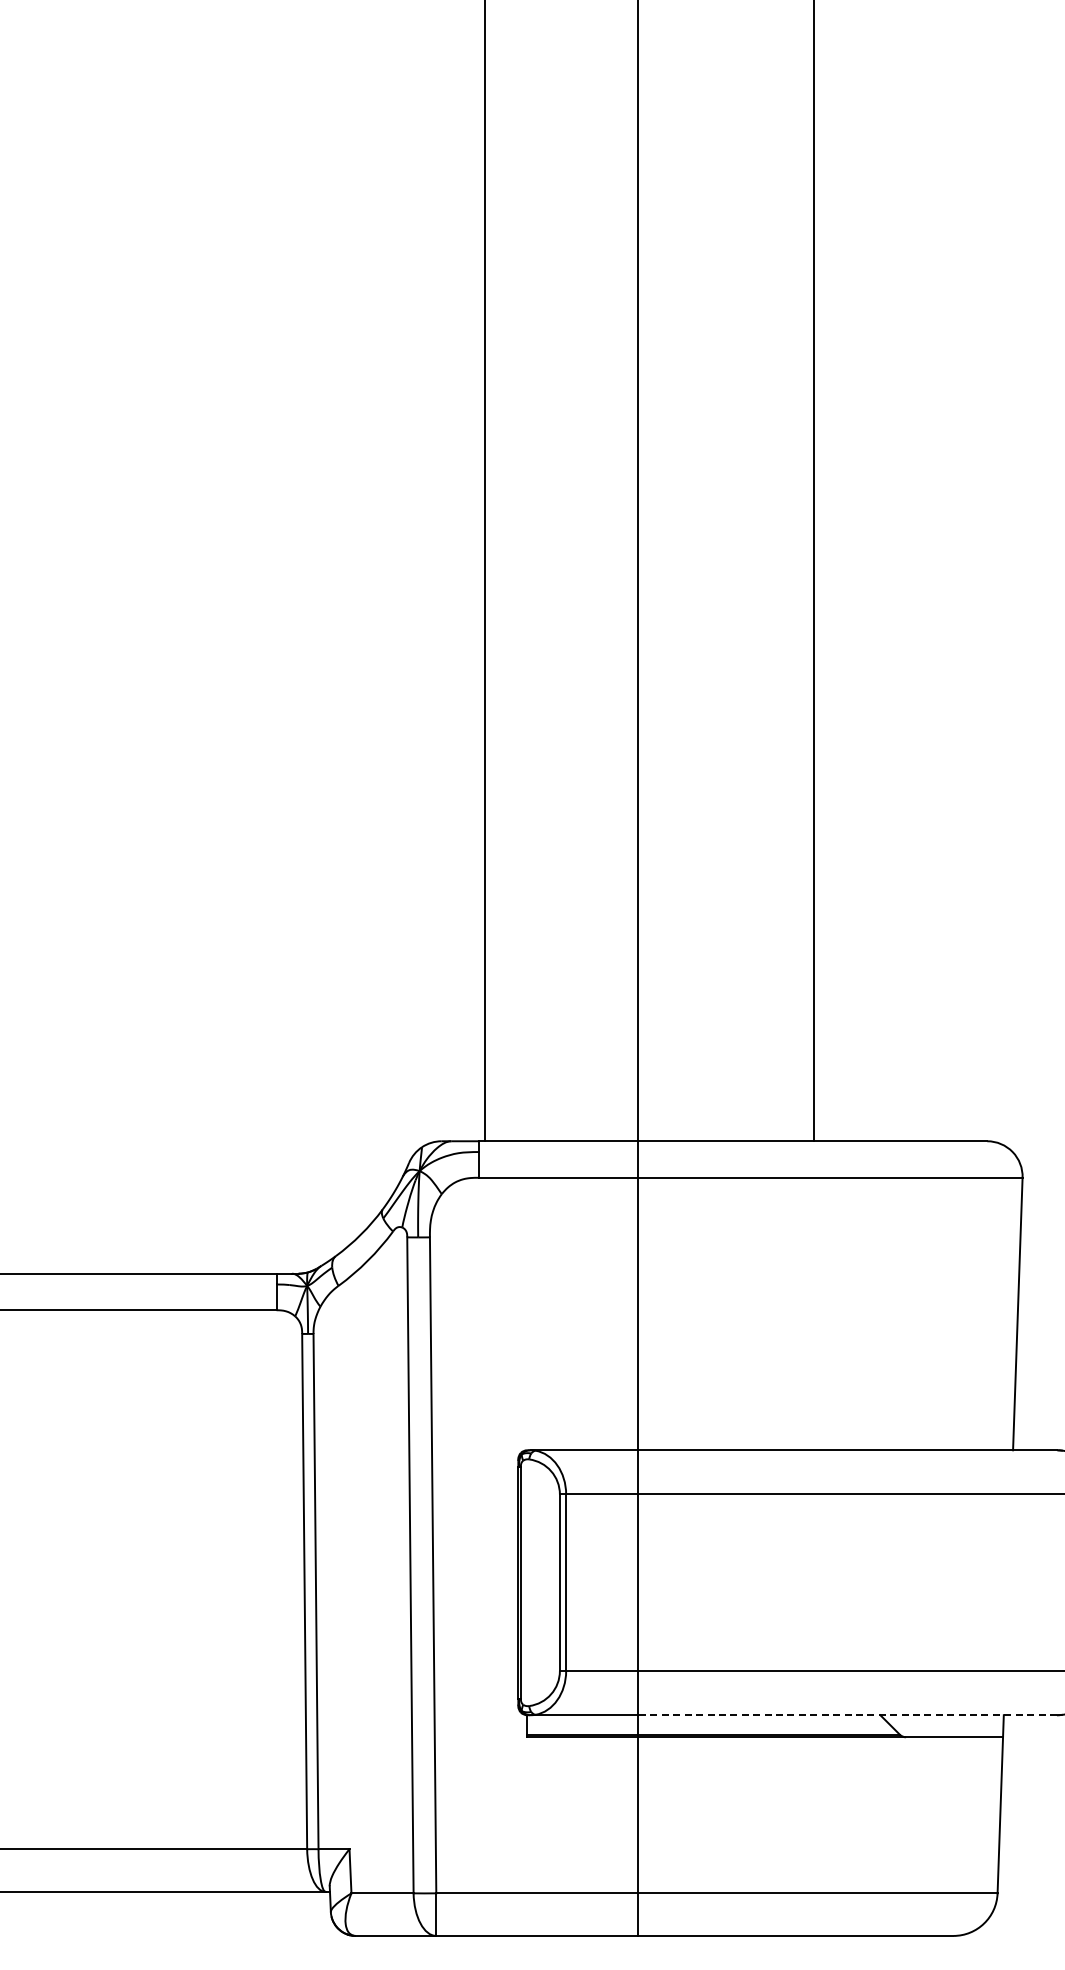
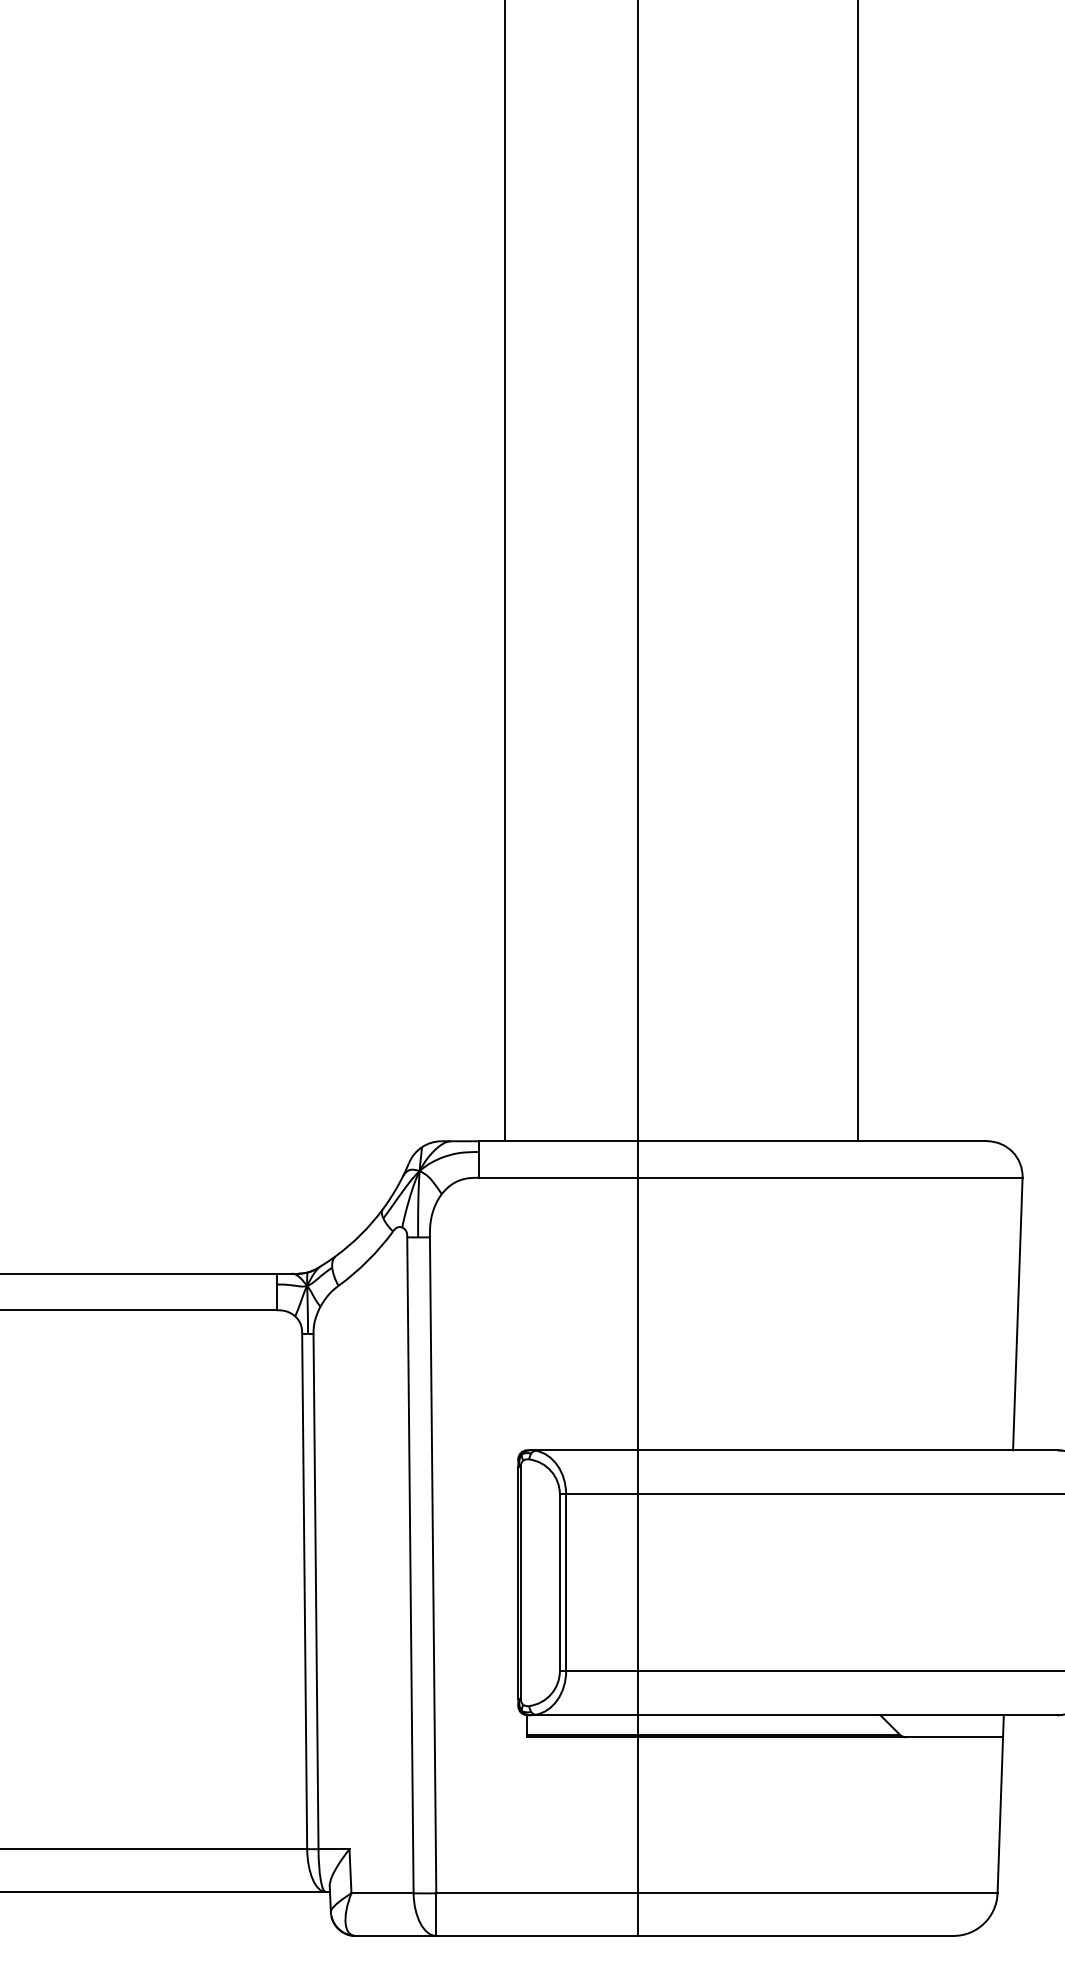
line at (485, 571) position: (485, 571) -> (505, 571)
line at (814, 571) position: (814, 571) -> (858, 571)
line at (847, 1715): dashed -> solid
